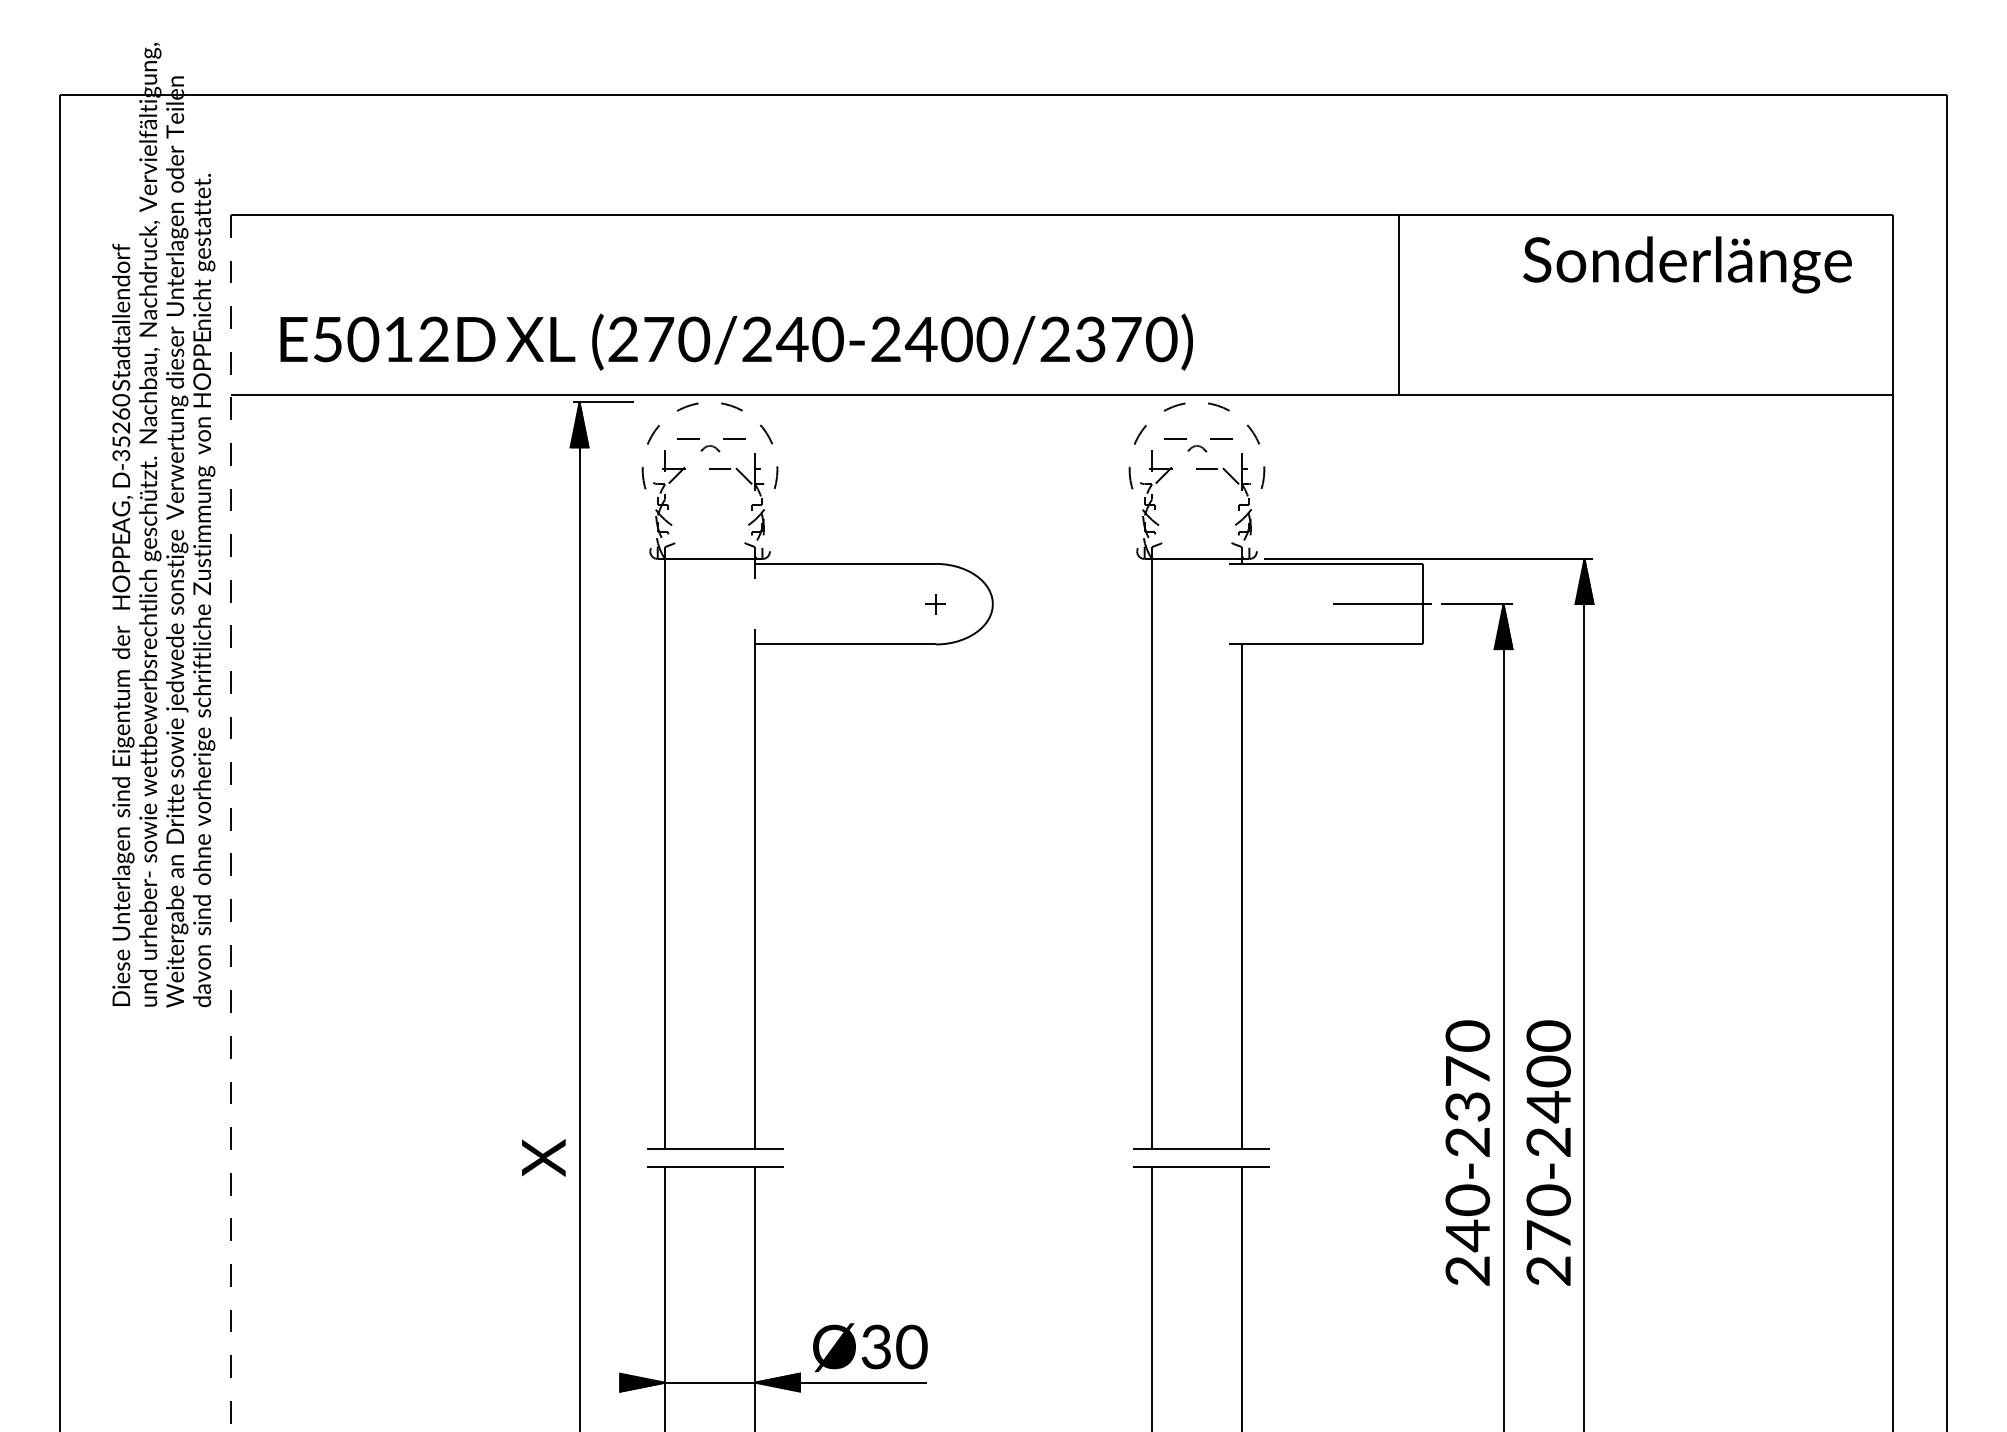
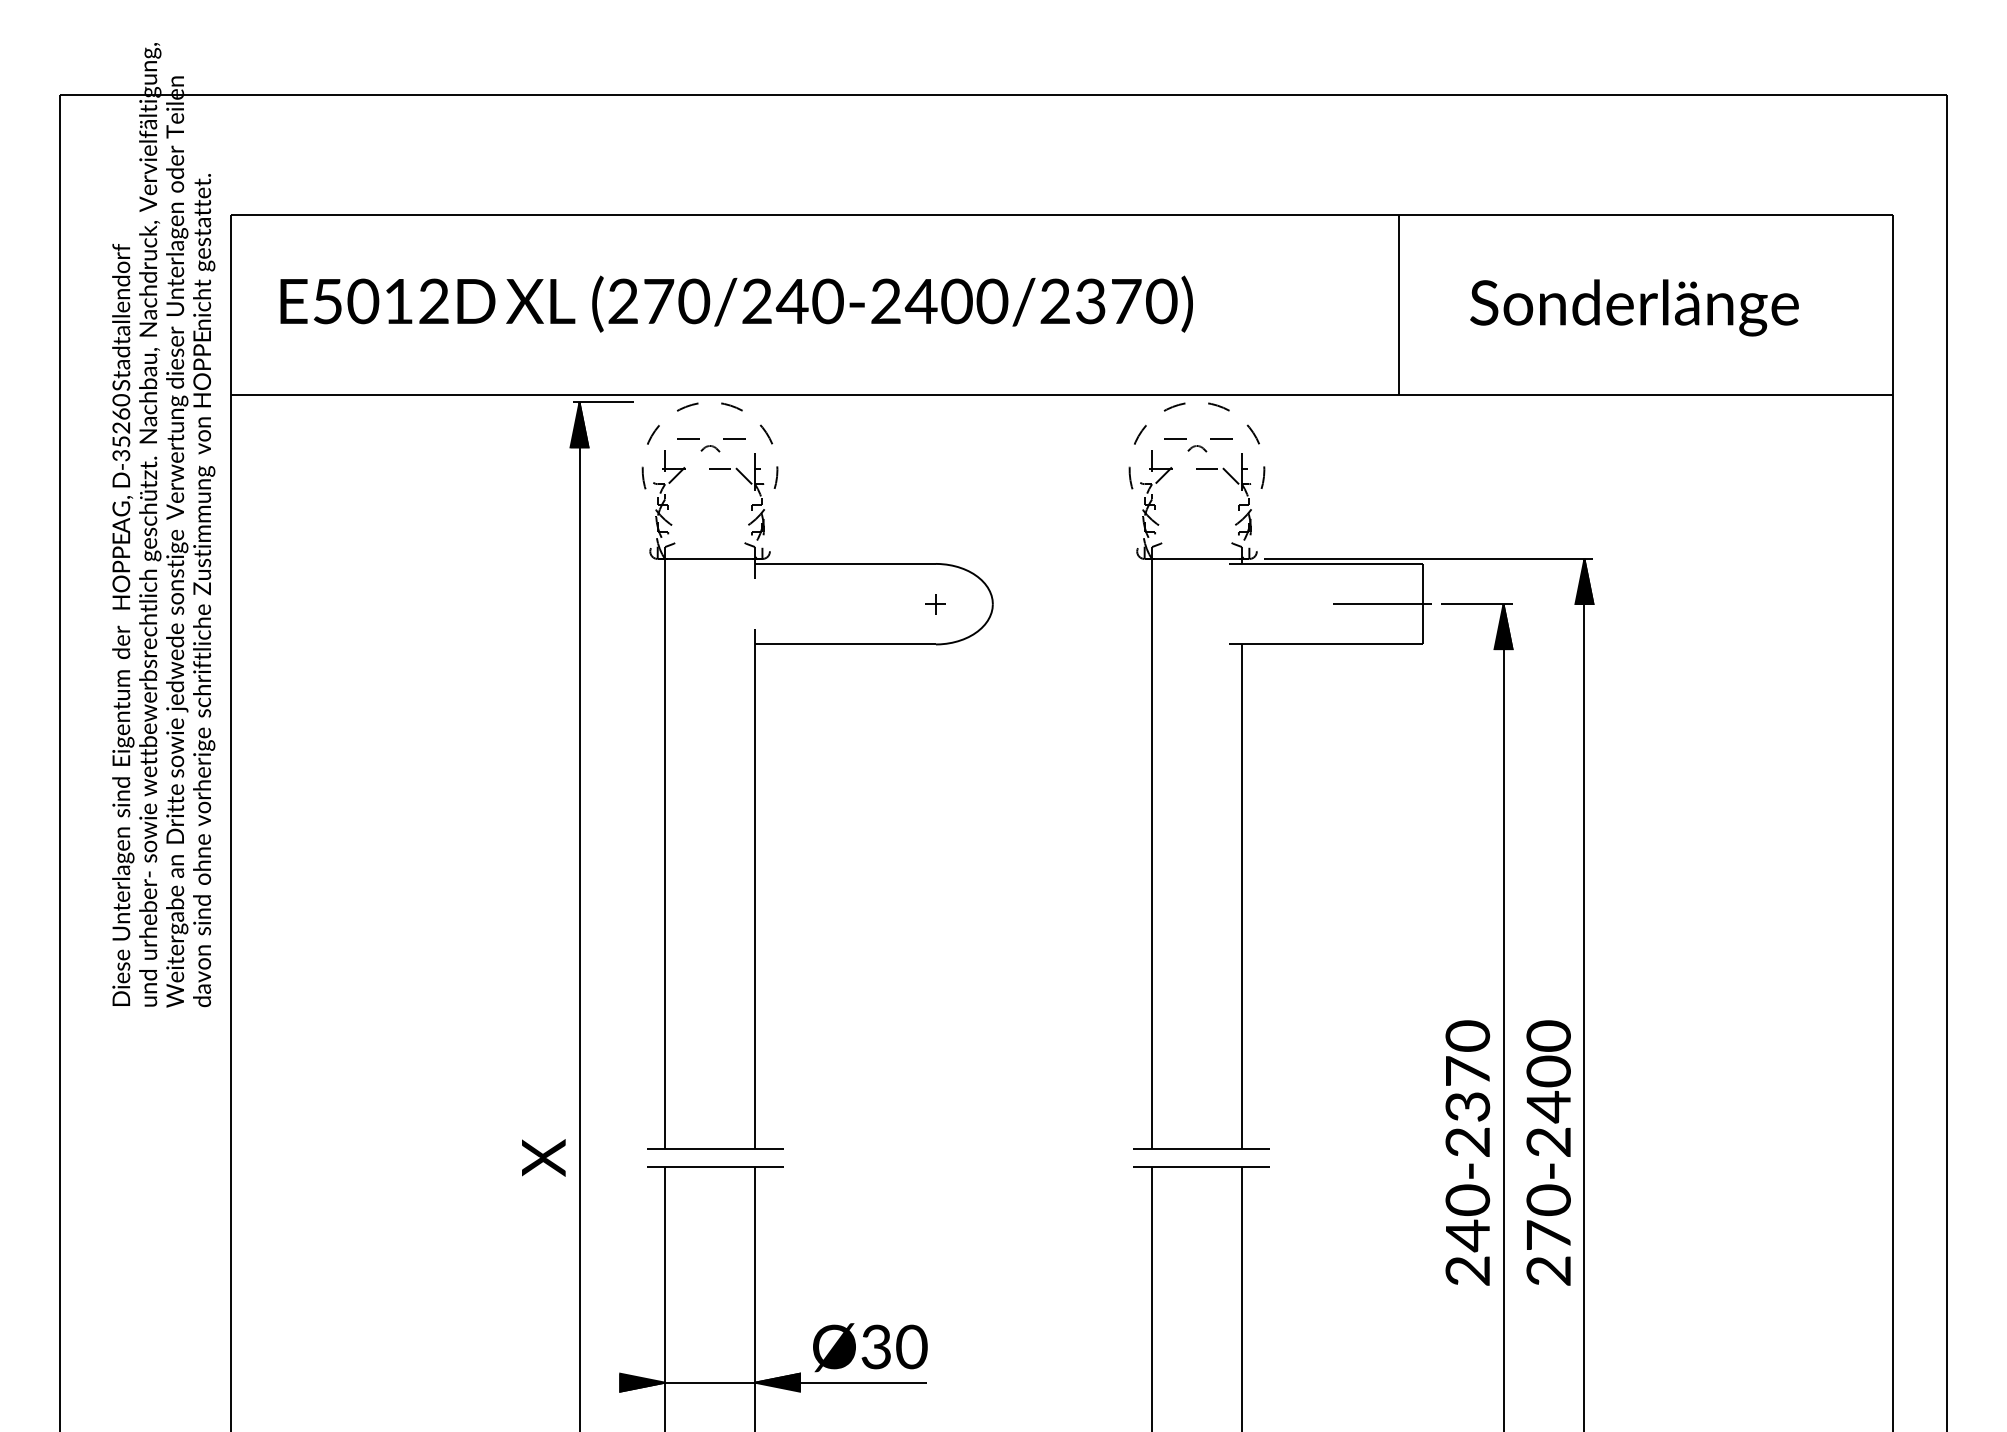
text at (1687, 264) position: (1687, 264) -> (1634, 307)
text at (736, 341) position: (736, 341) -> (736, 303)
line at (230, 824): dashed -> solid
